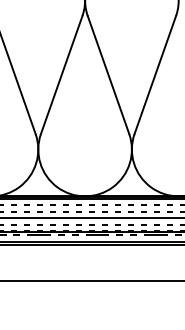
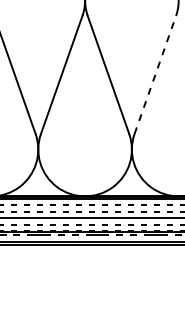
line at (155, 75): solid -> dashed
line at (91, 281): present -> none
